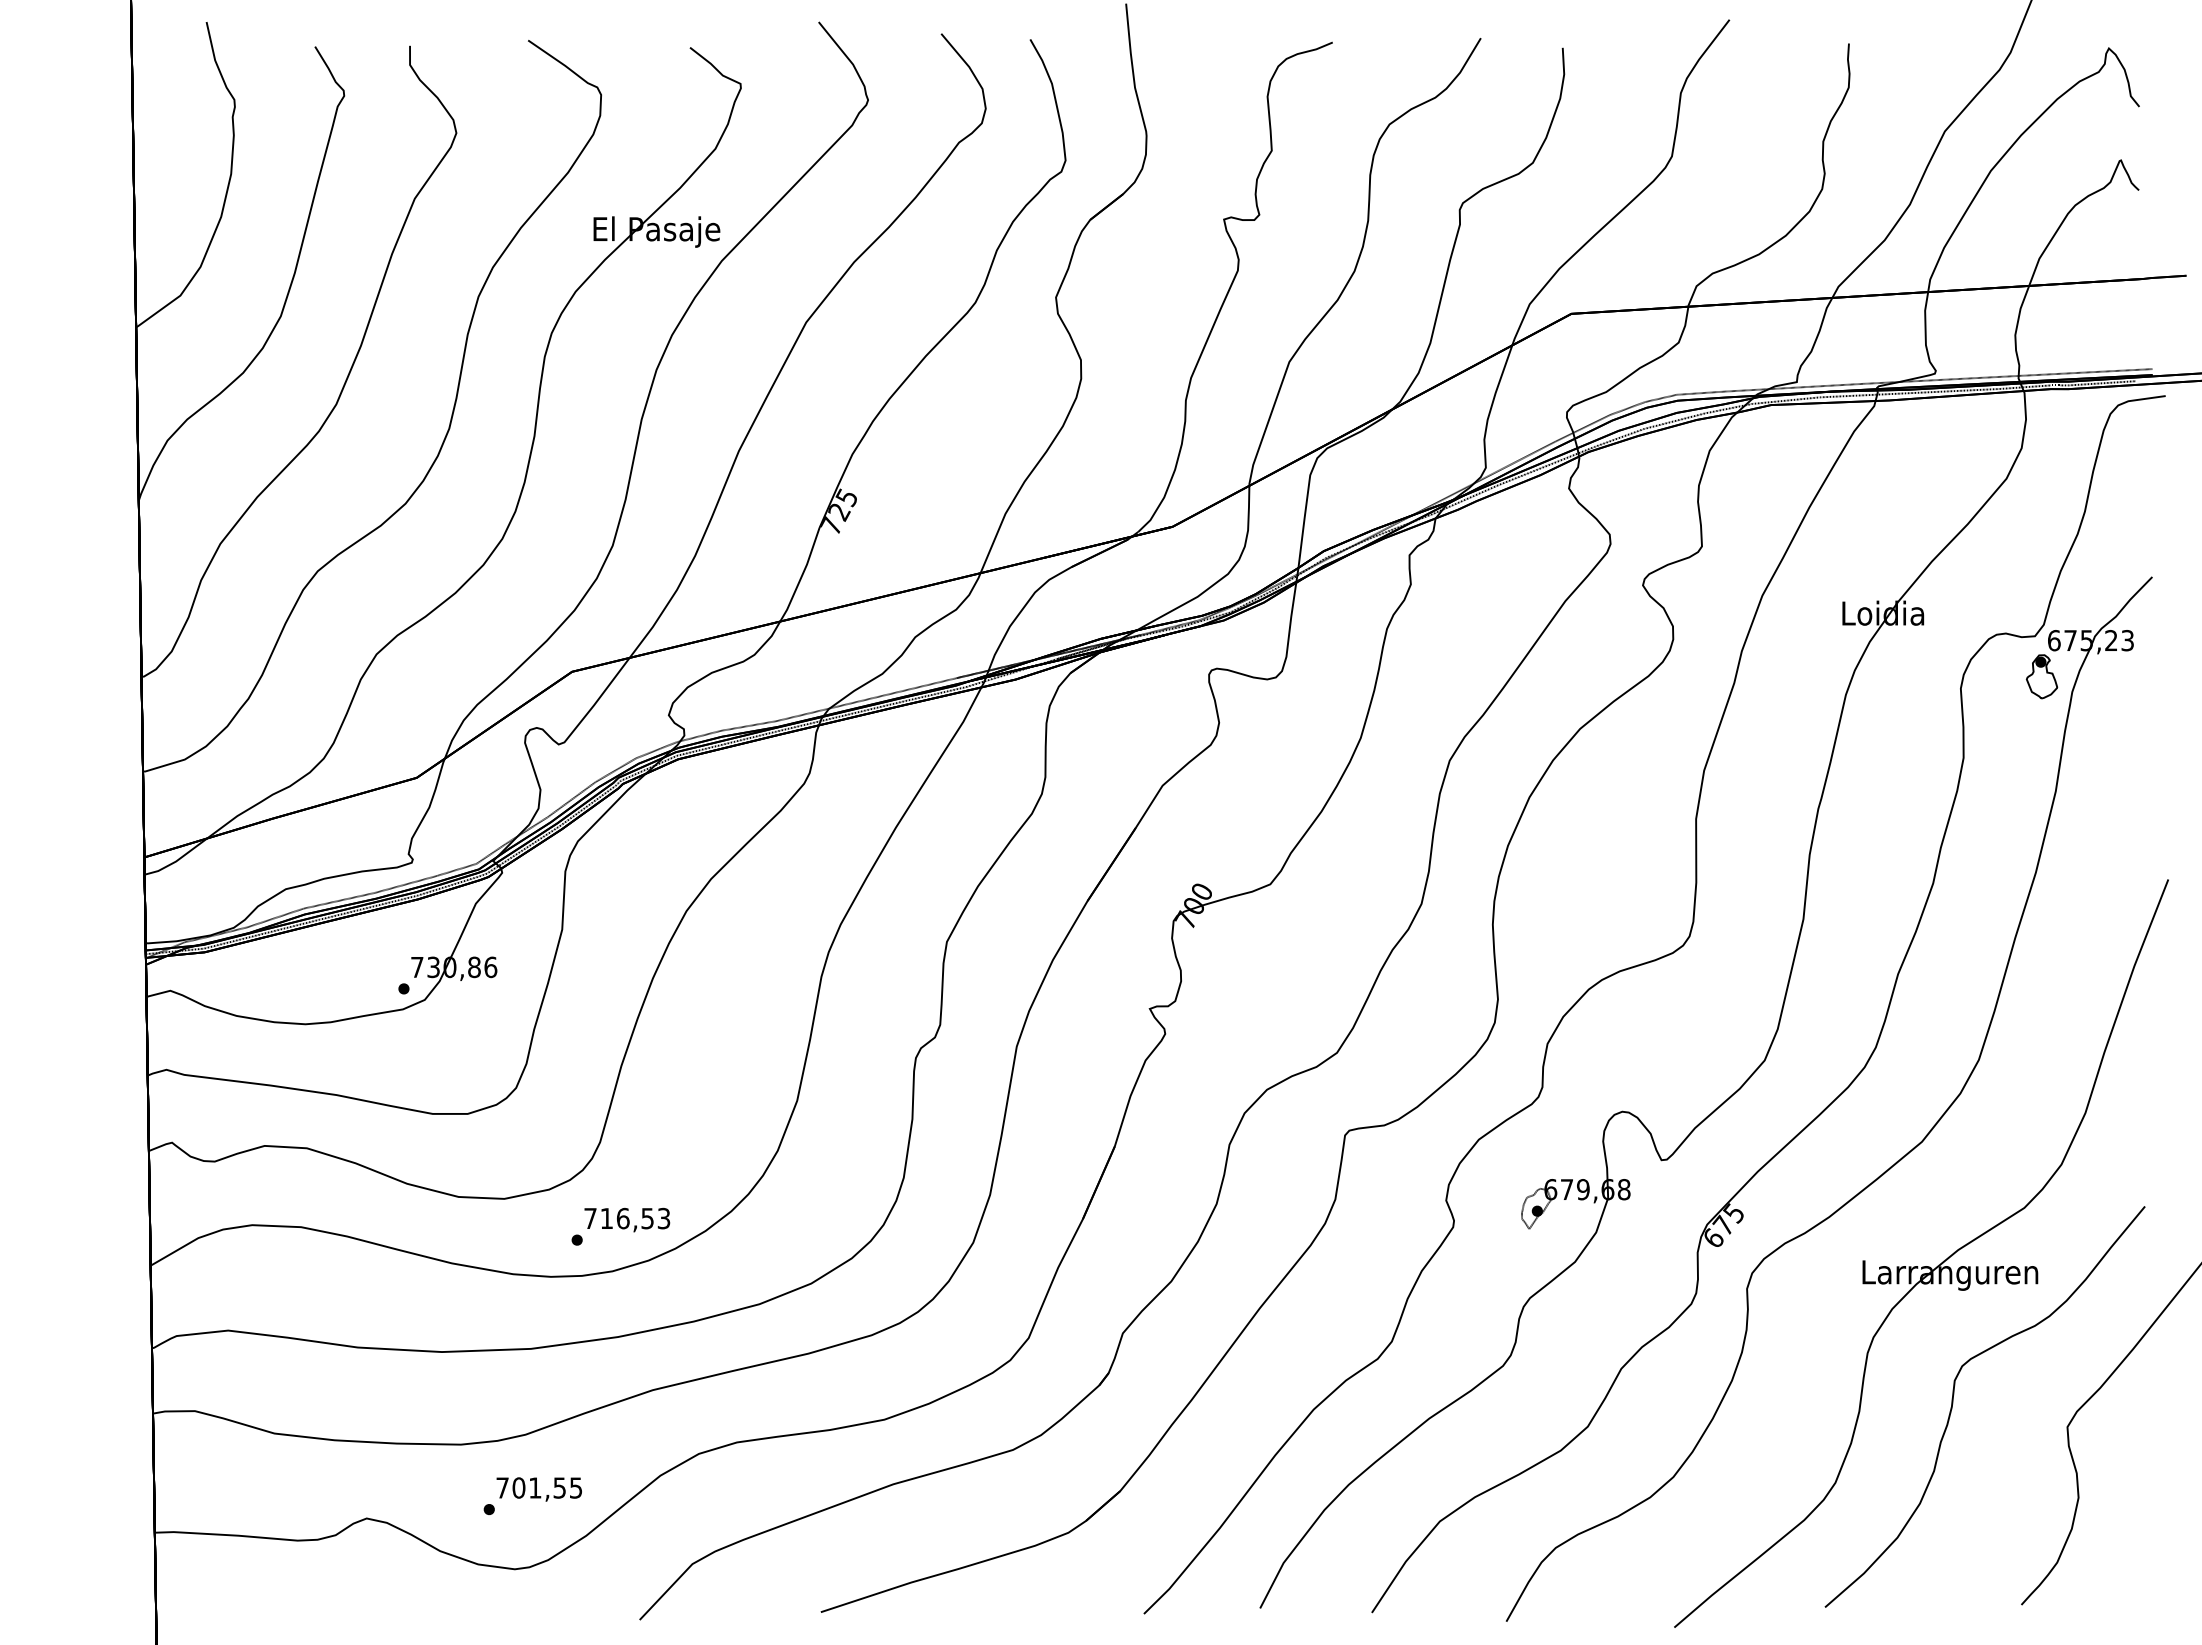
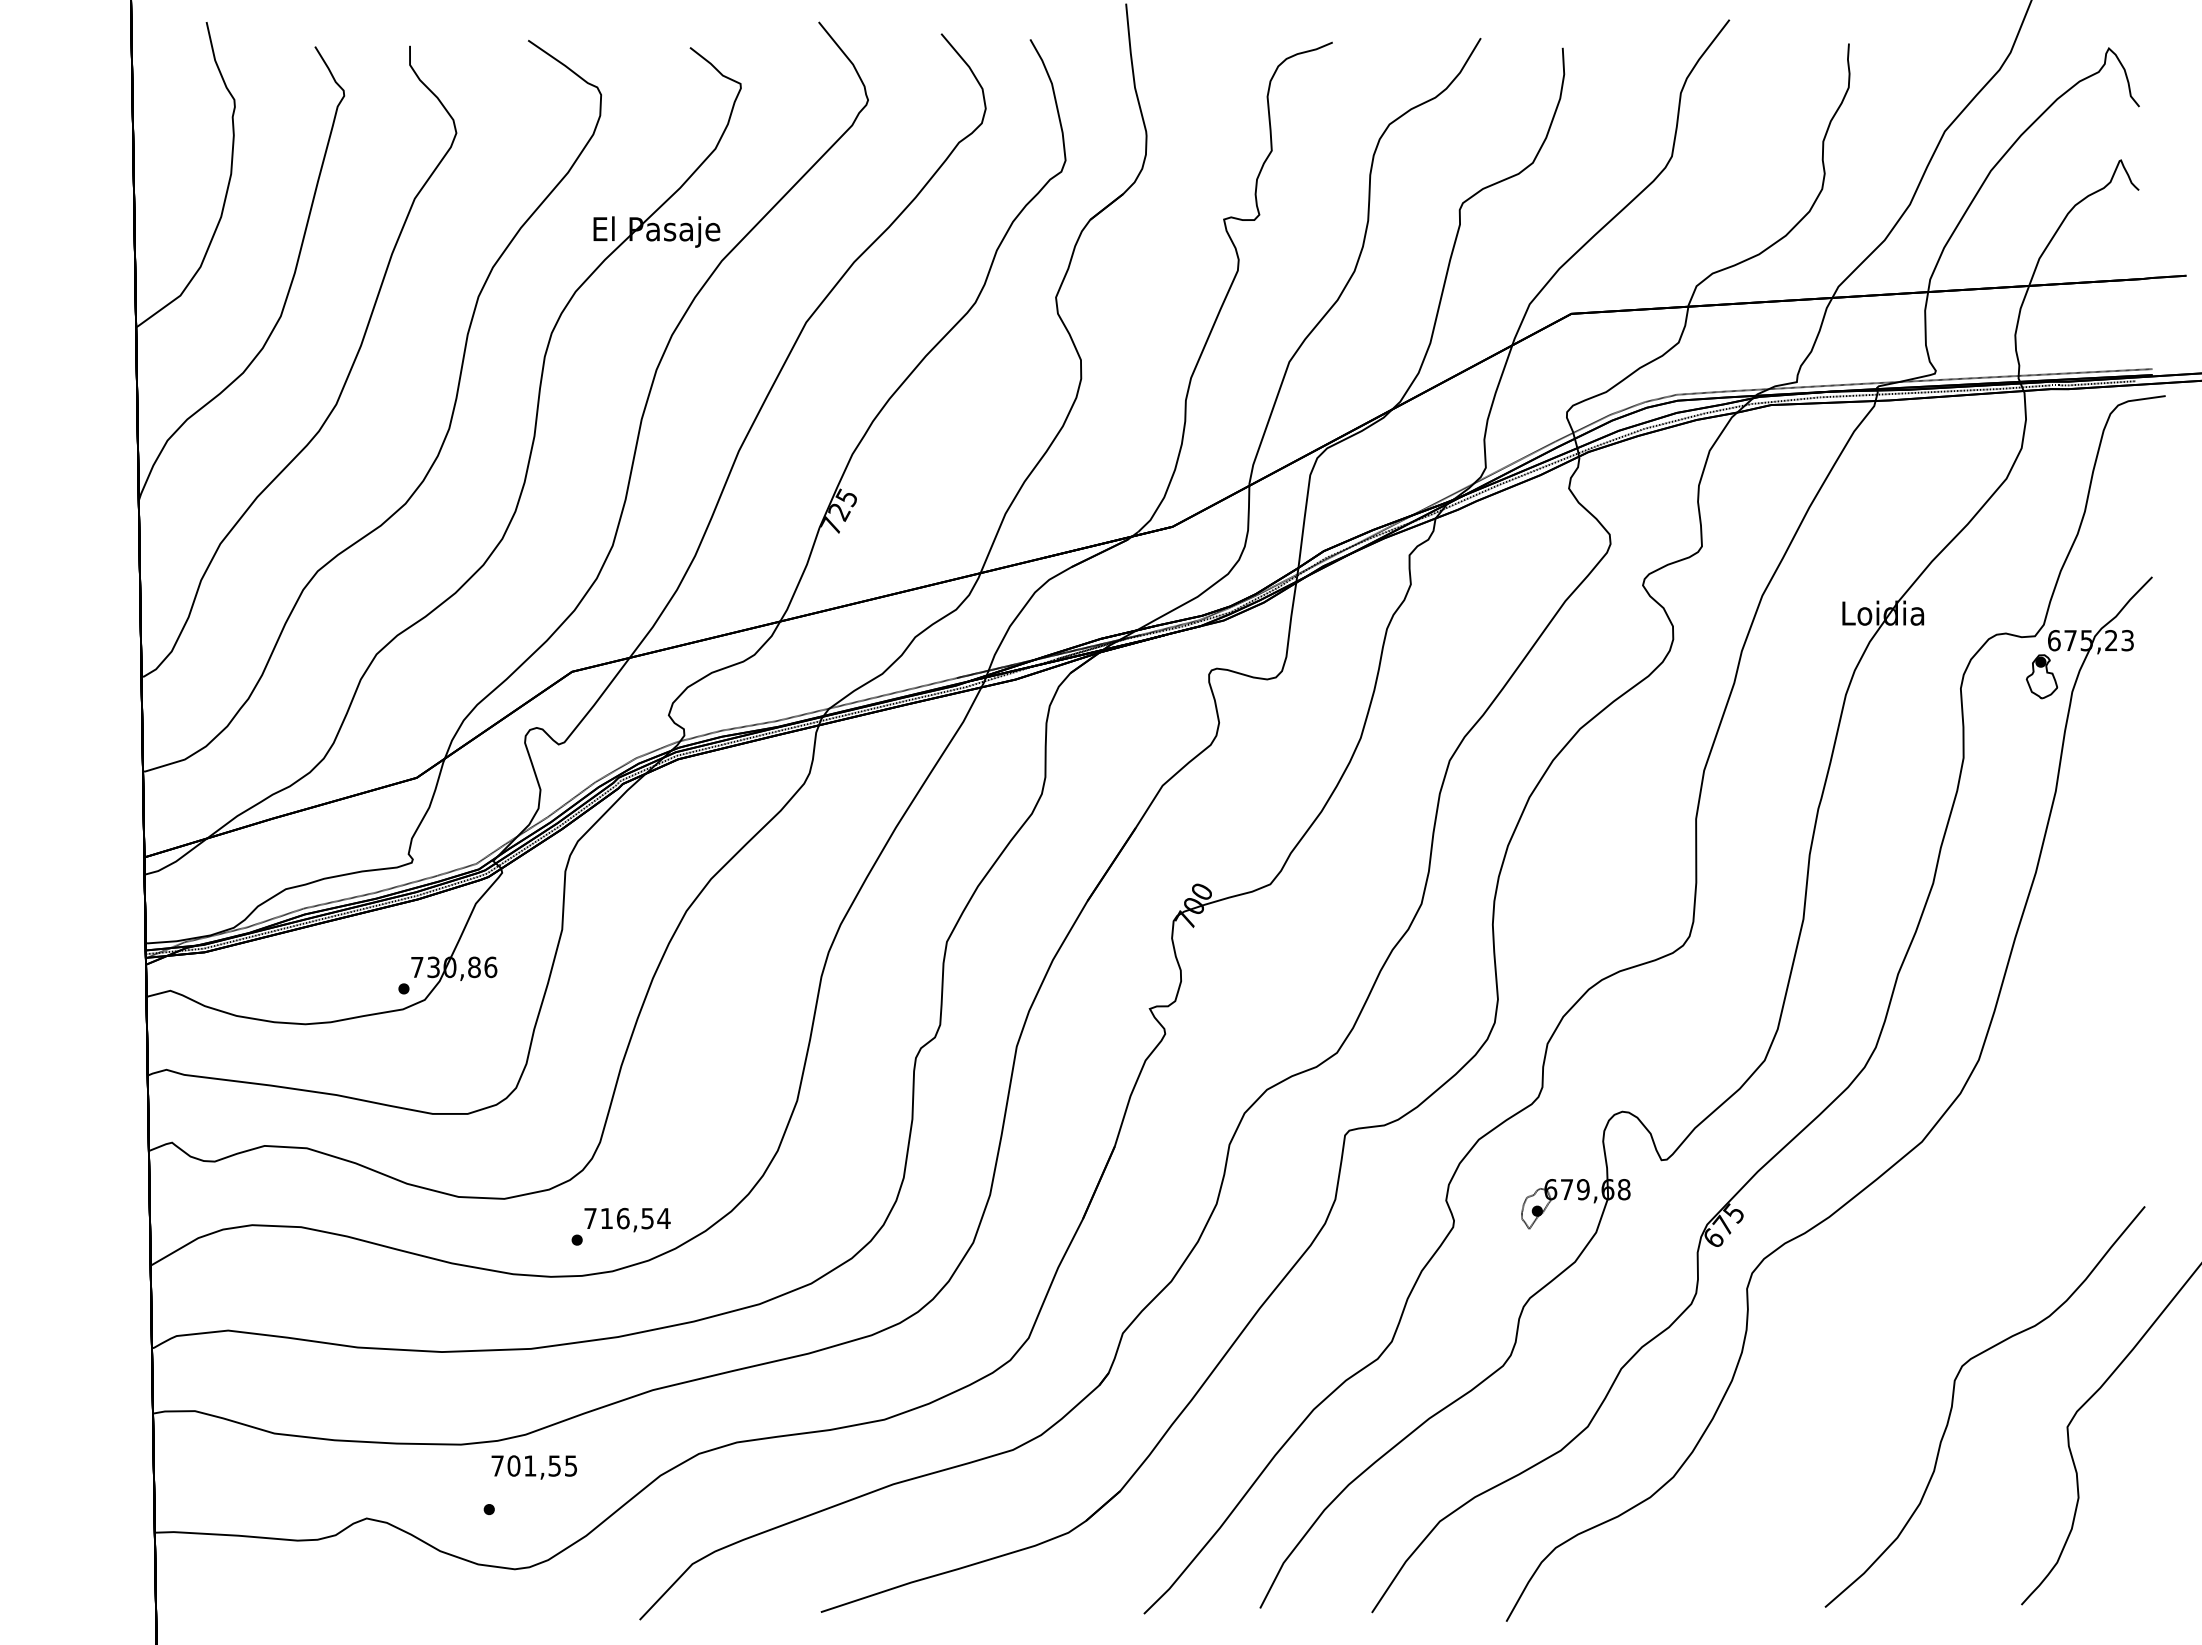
text at (663, 1218): 716,53 -> 716,54
part at (1922, 1266): present -> none
text at (538, 1489) position: (538, 1489) -> (533, 1467)
